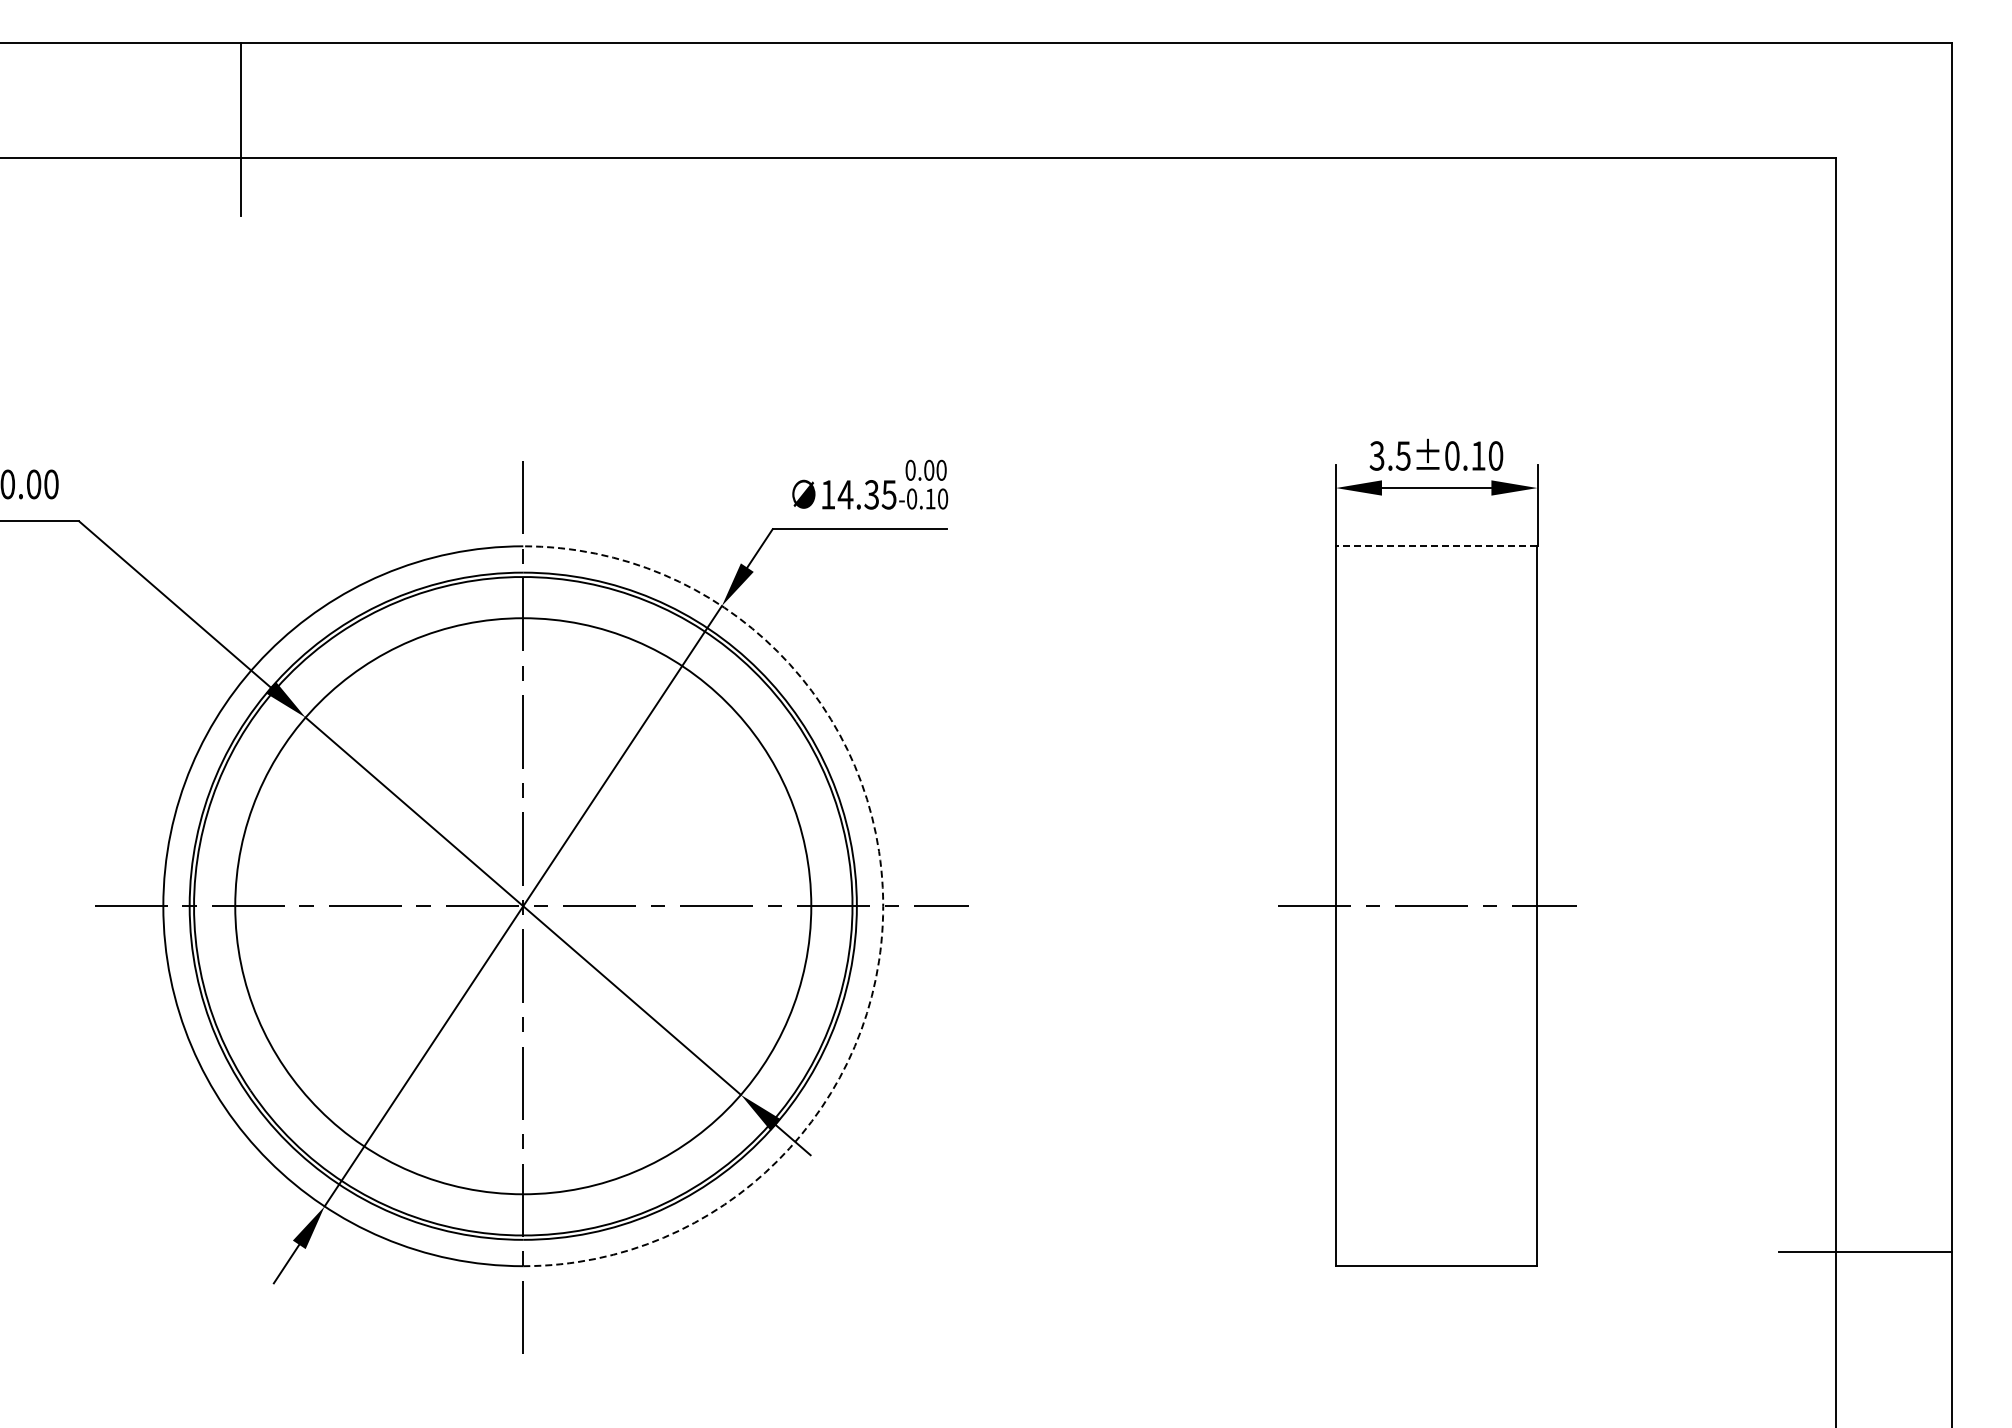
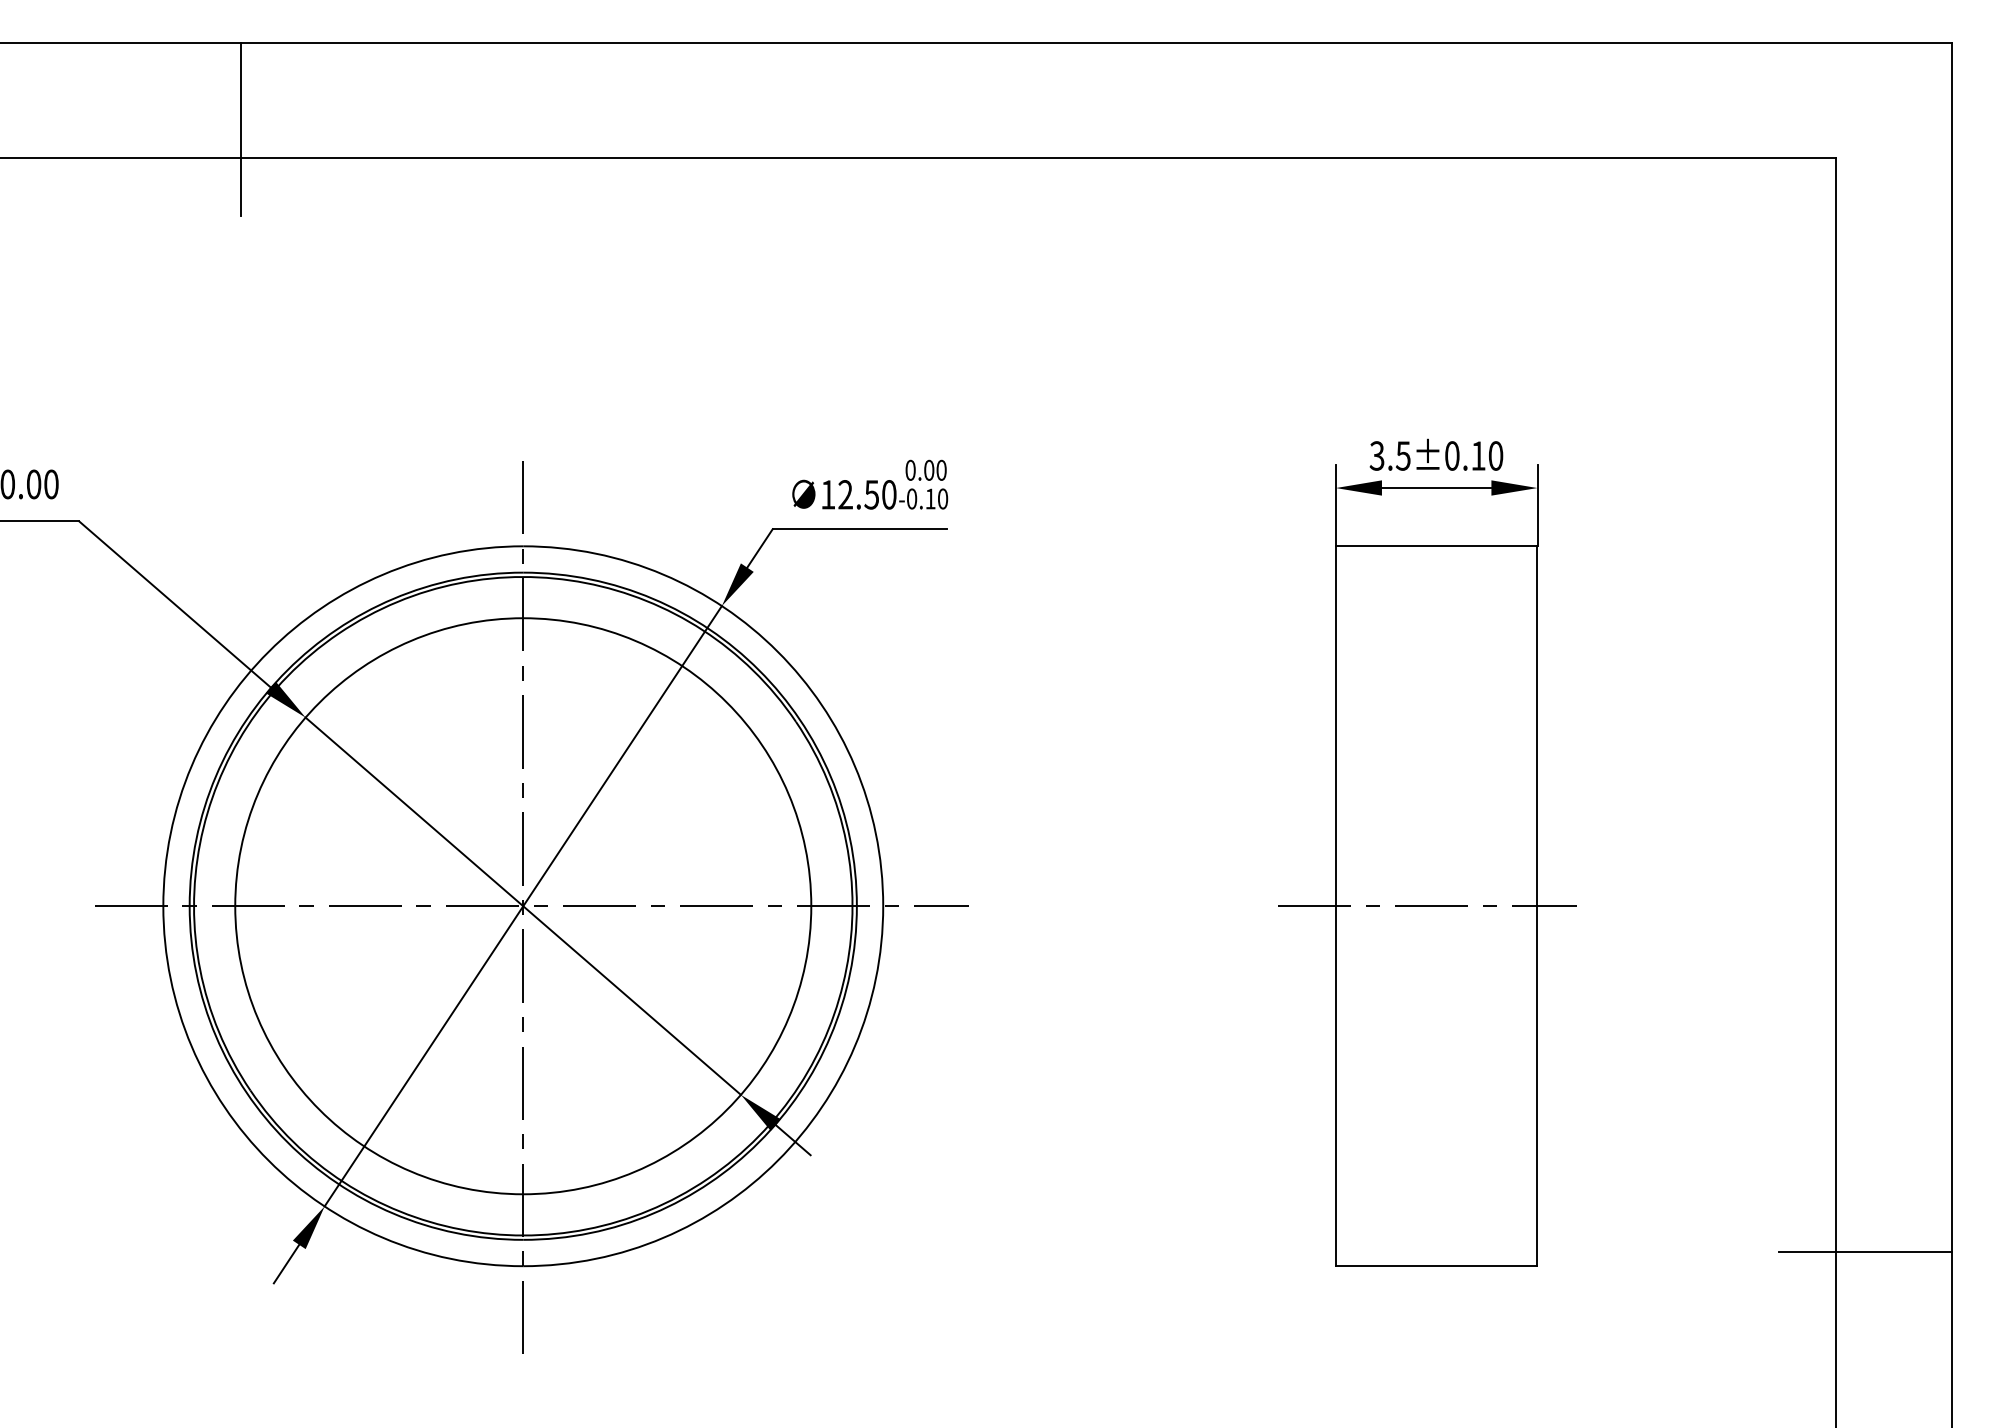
text at (866, 494): 14.35 -> 12.50
line at (1436, 546): dashed -> solid
arc at (883, 906): dashed -> solid
